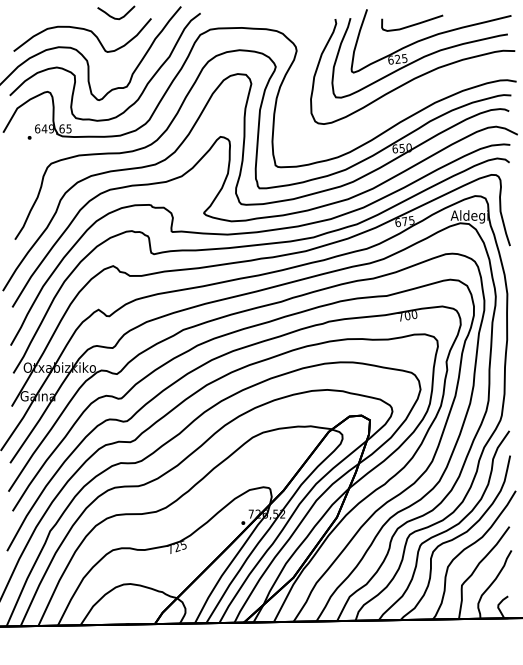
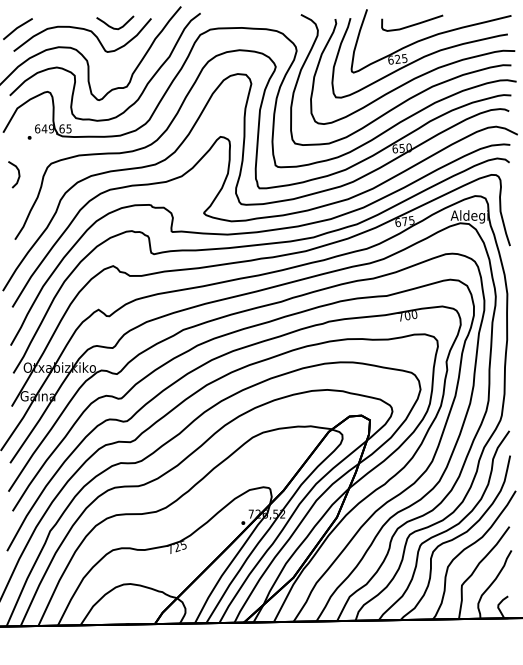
curve at (115, 17) position: (115, 17) -> (114, 27)
line at (17, 28): none -> present
curve at (409, 97): none -> present
curve at (18, 174): none -> present
